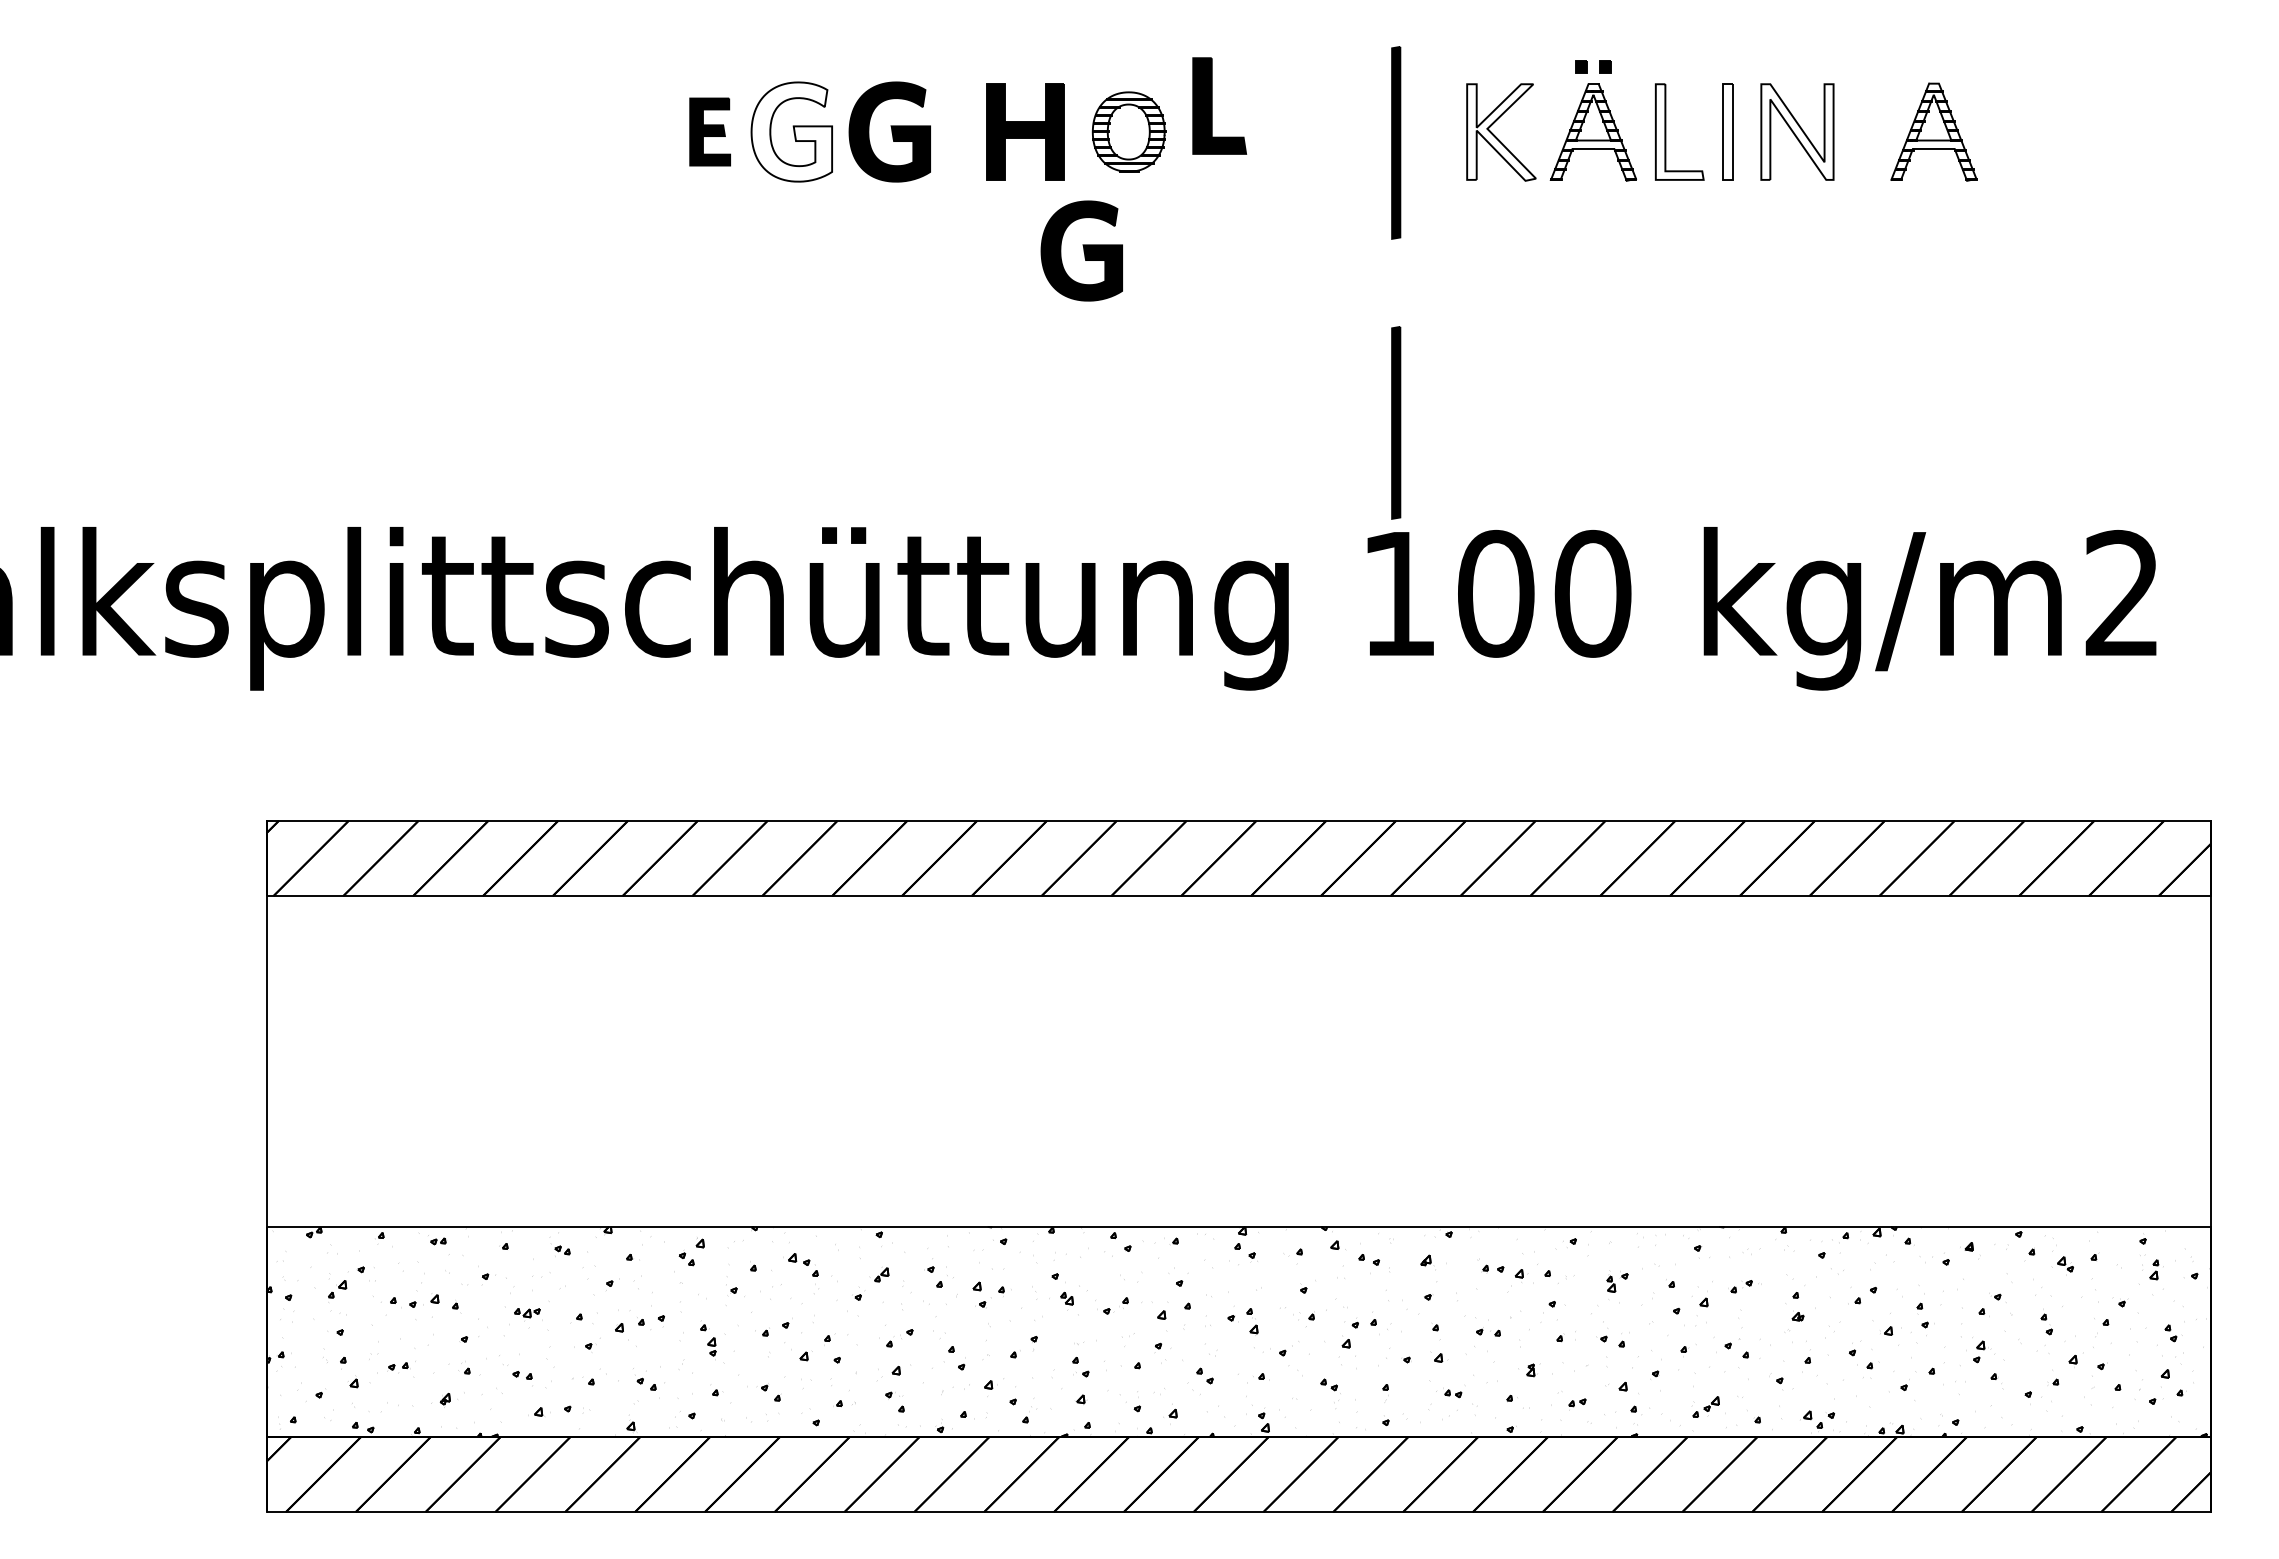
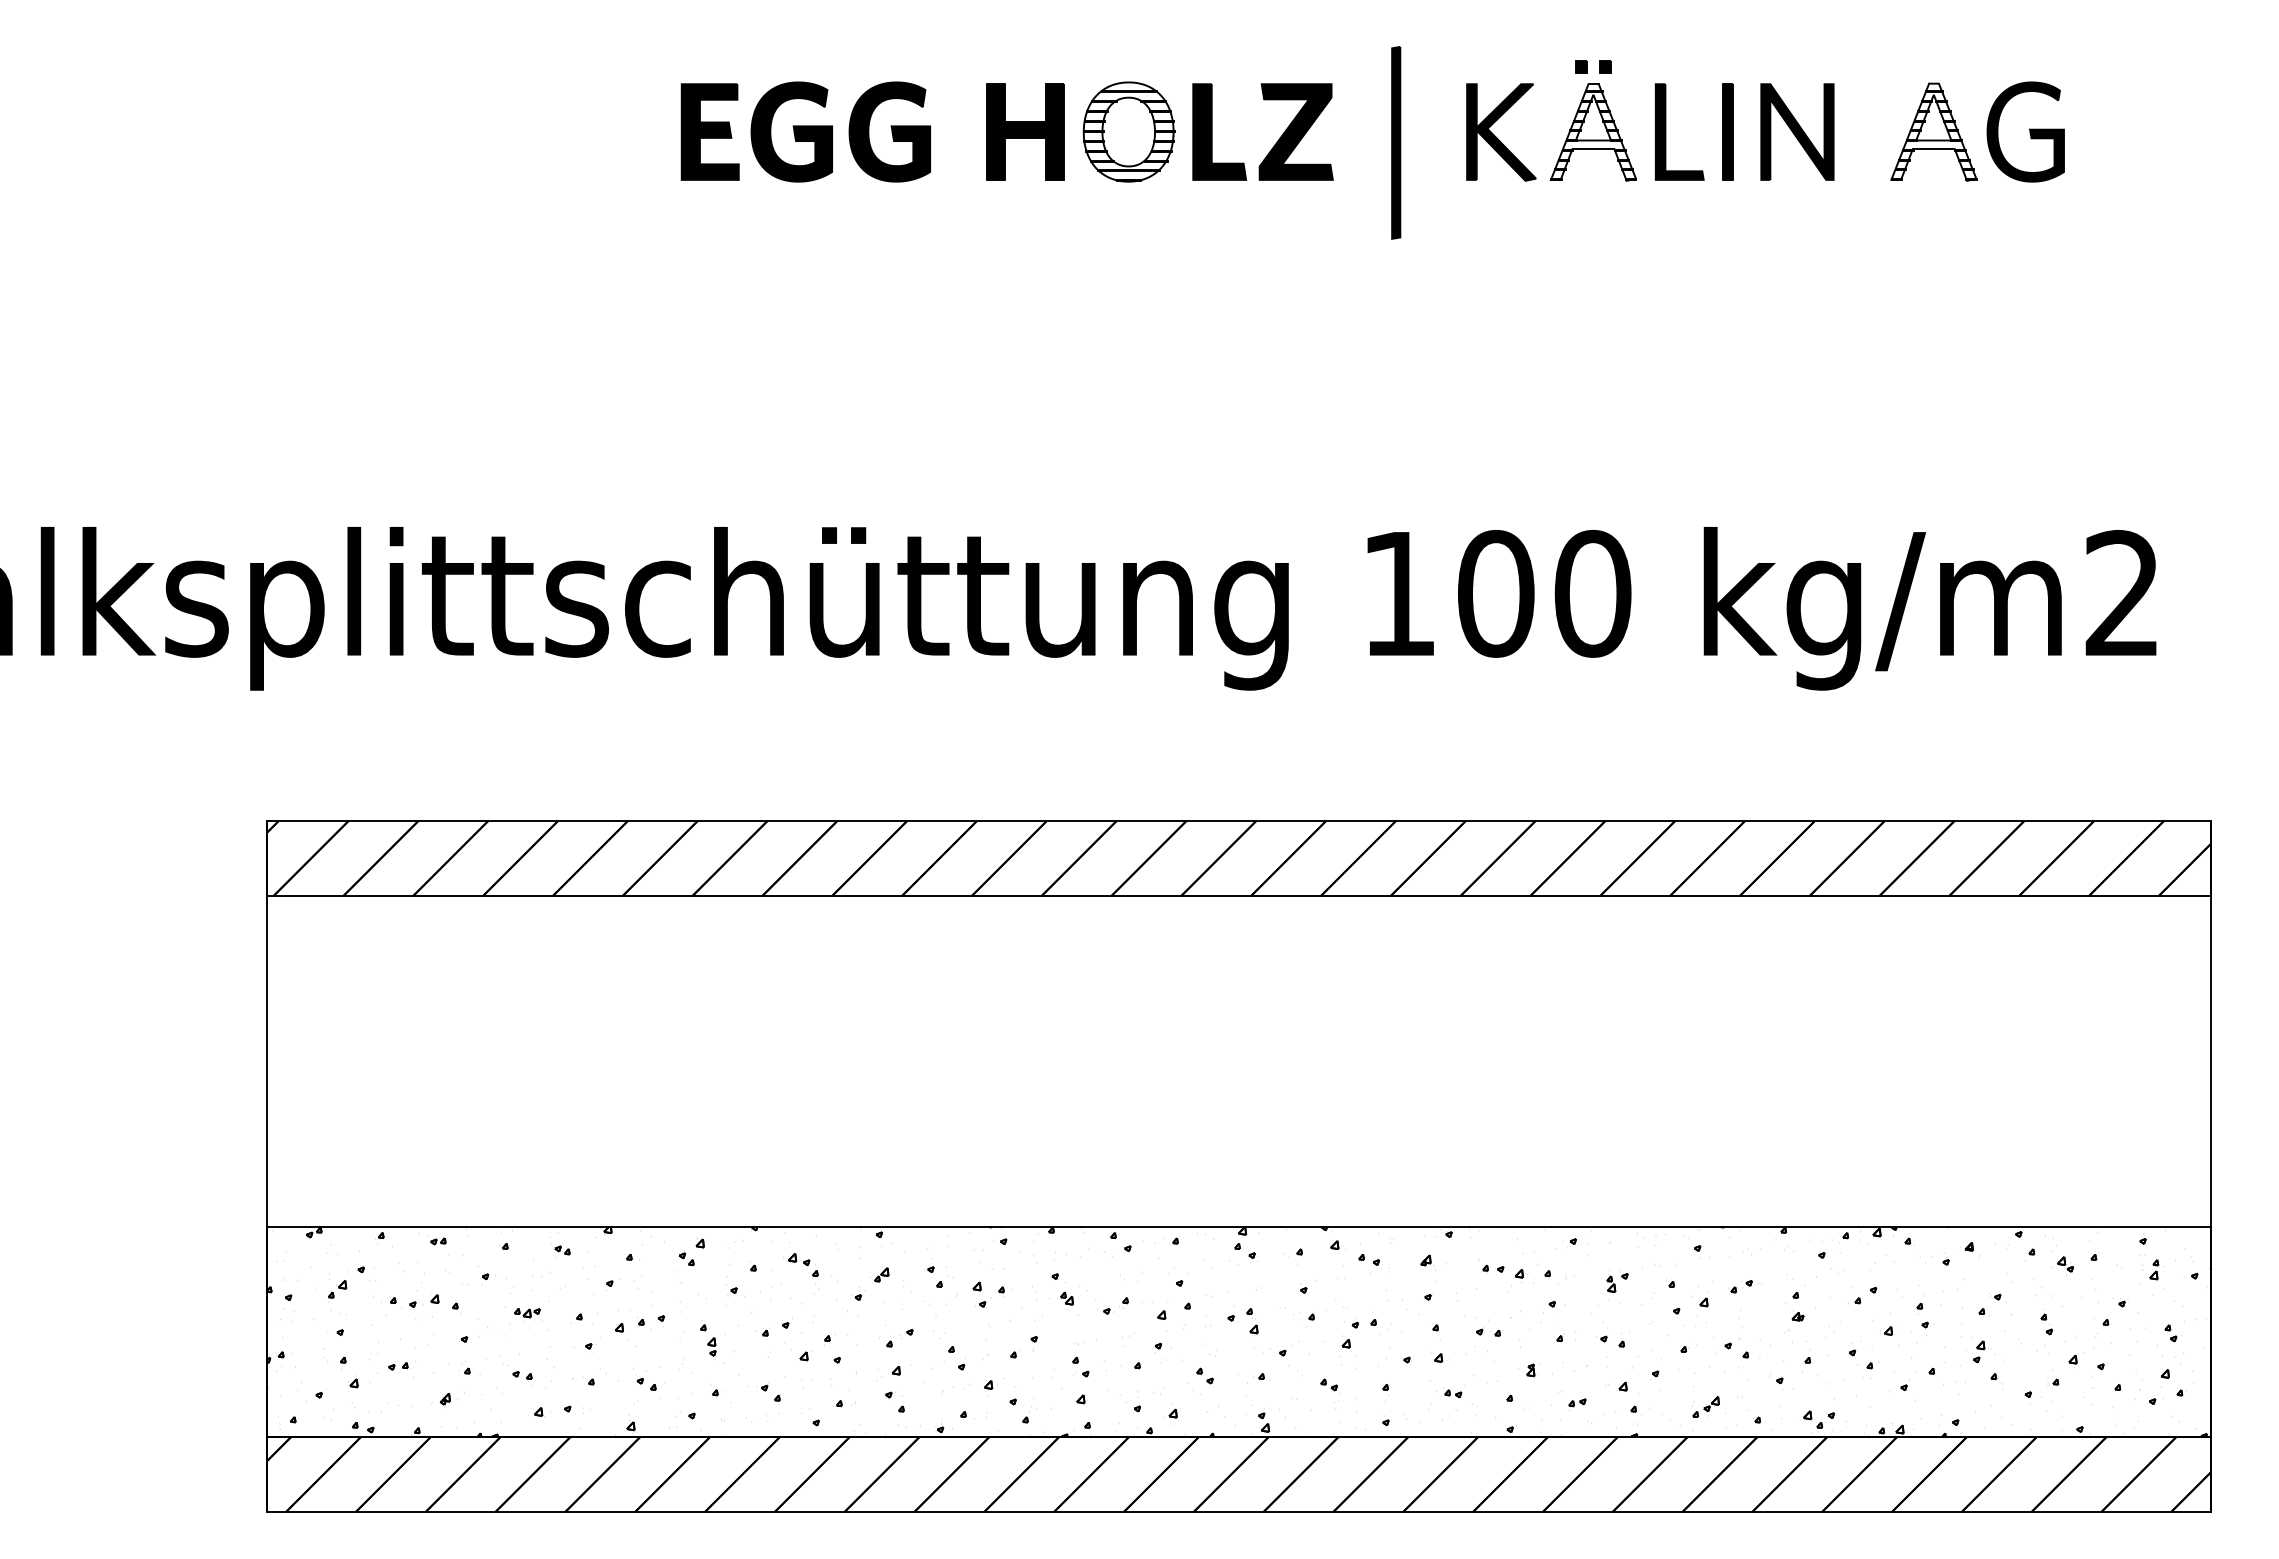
part at (1212, 105) position: (1212, 105) -> (1212, 131)
part at (709, 131) size: 42x70 px -> 60x98 px
fill at (791, 131): none -> present
part at (1128, 131) size: 76x82 px -> 94x102 px
part at (1295, 131): none -> present
fill at (1679, 131): none -> present
fill at (1727, 131): none -> present
fill at (1797, 131): none -> present
part at (2025, 131): none -> present
fill at (1501, 132): none -> present
part at (1081, 250): present -> none
part at (1396, 422): present -> none
